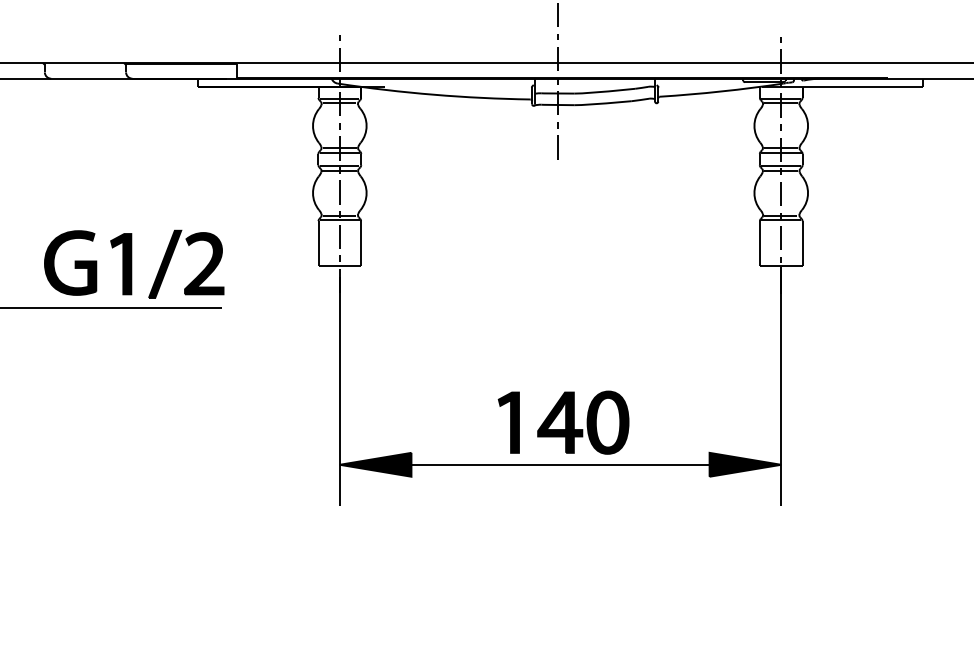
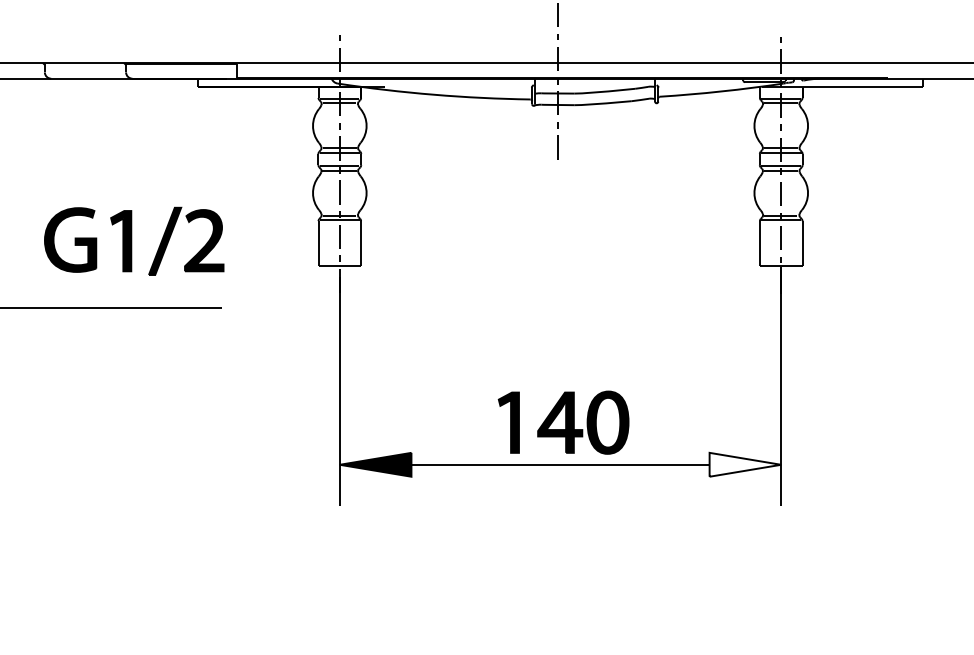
part at (134, 263) position: (134, 263) -> (134, 240)
fill at (745, 464): present -> none
